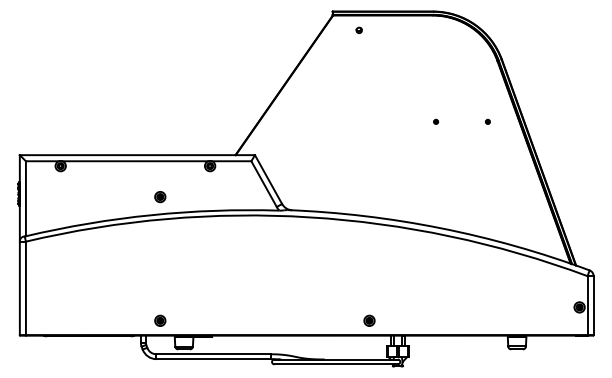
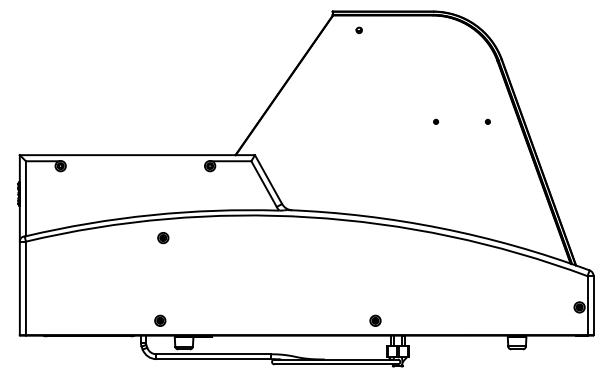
line at (135, 161): present -> none
part at (160, 197) position: (160, 197) -> (163, 238)
part at (369, 320) position: (369, 320) -> (375, 320)
